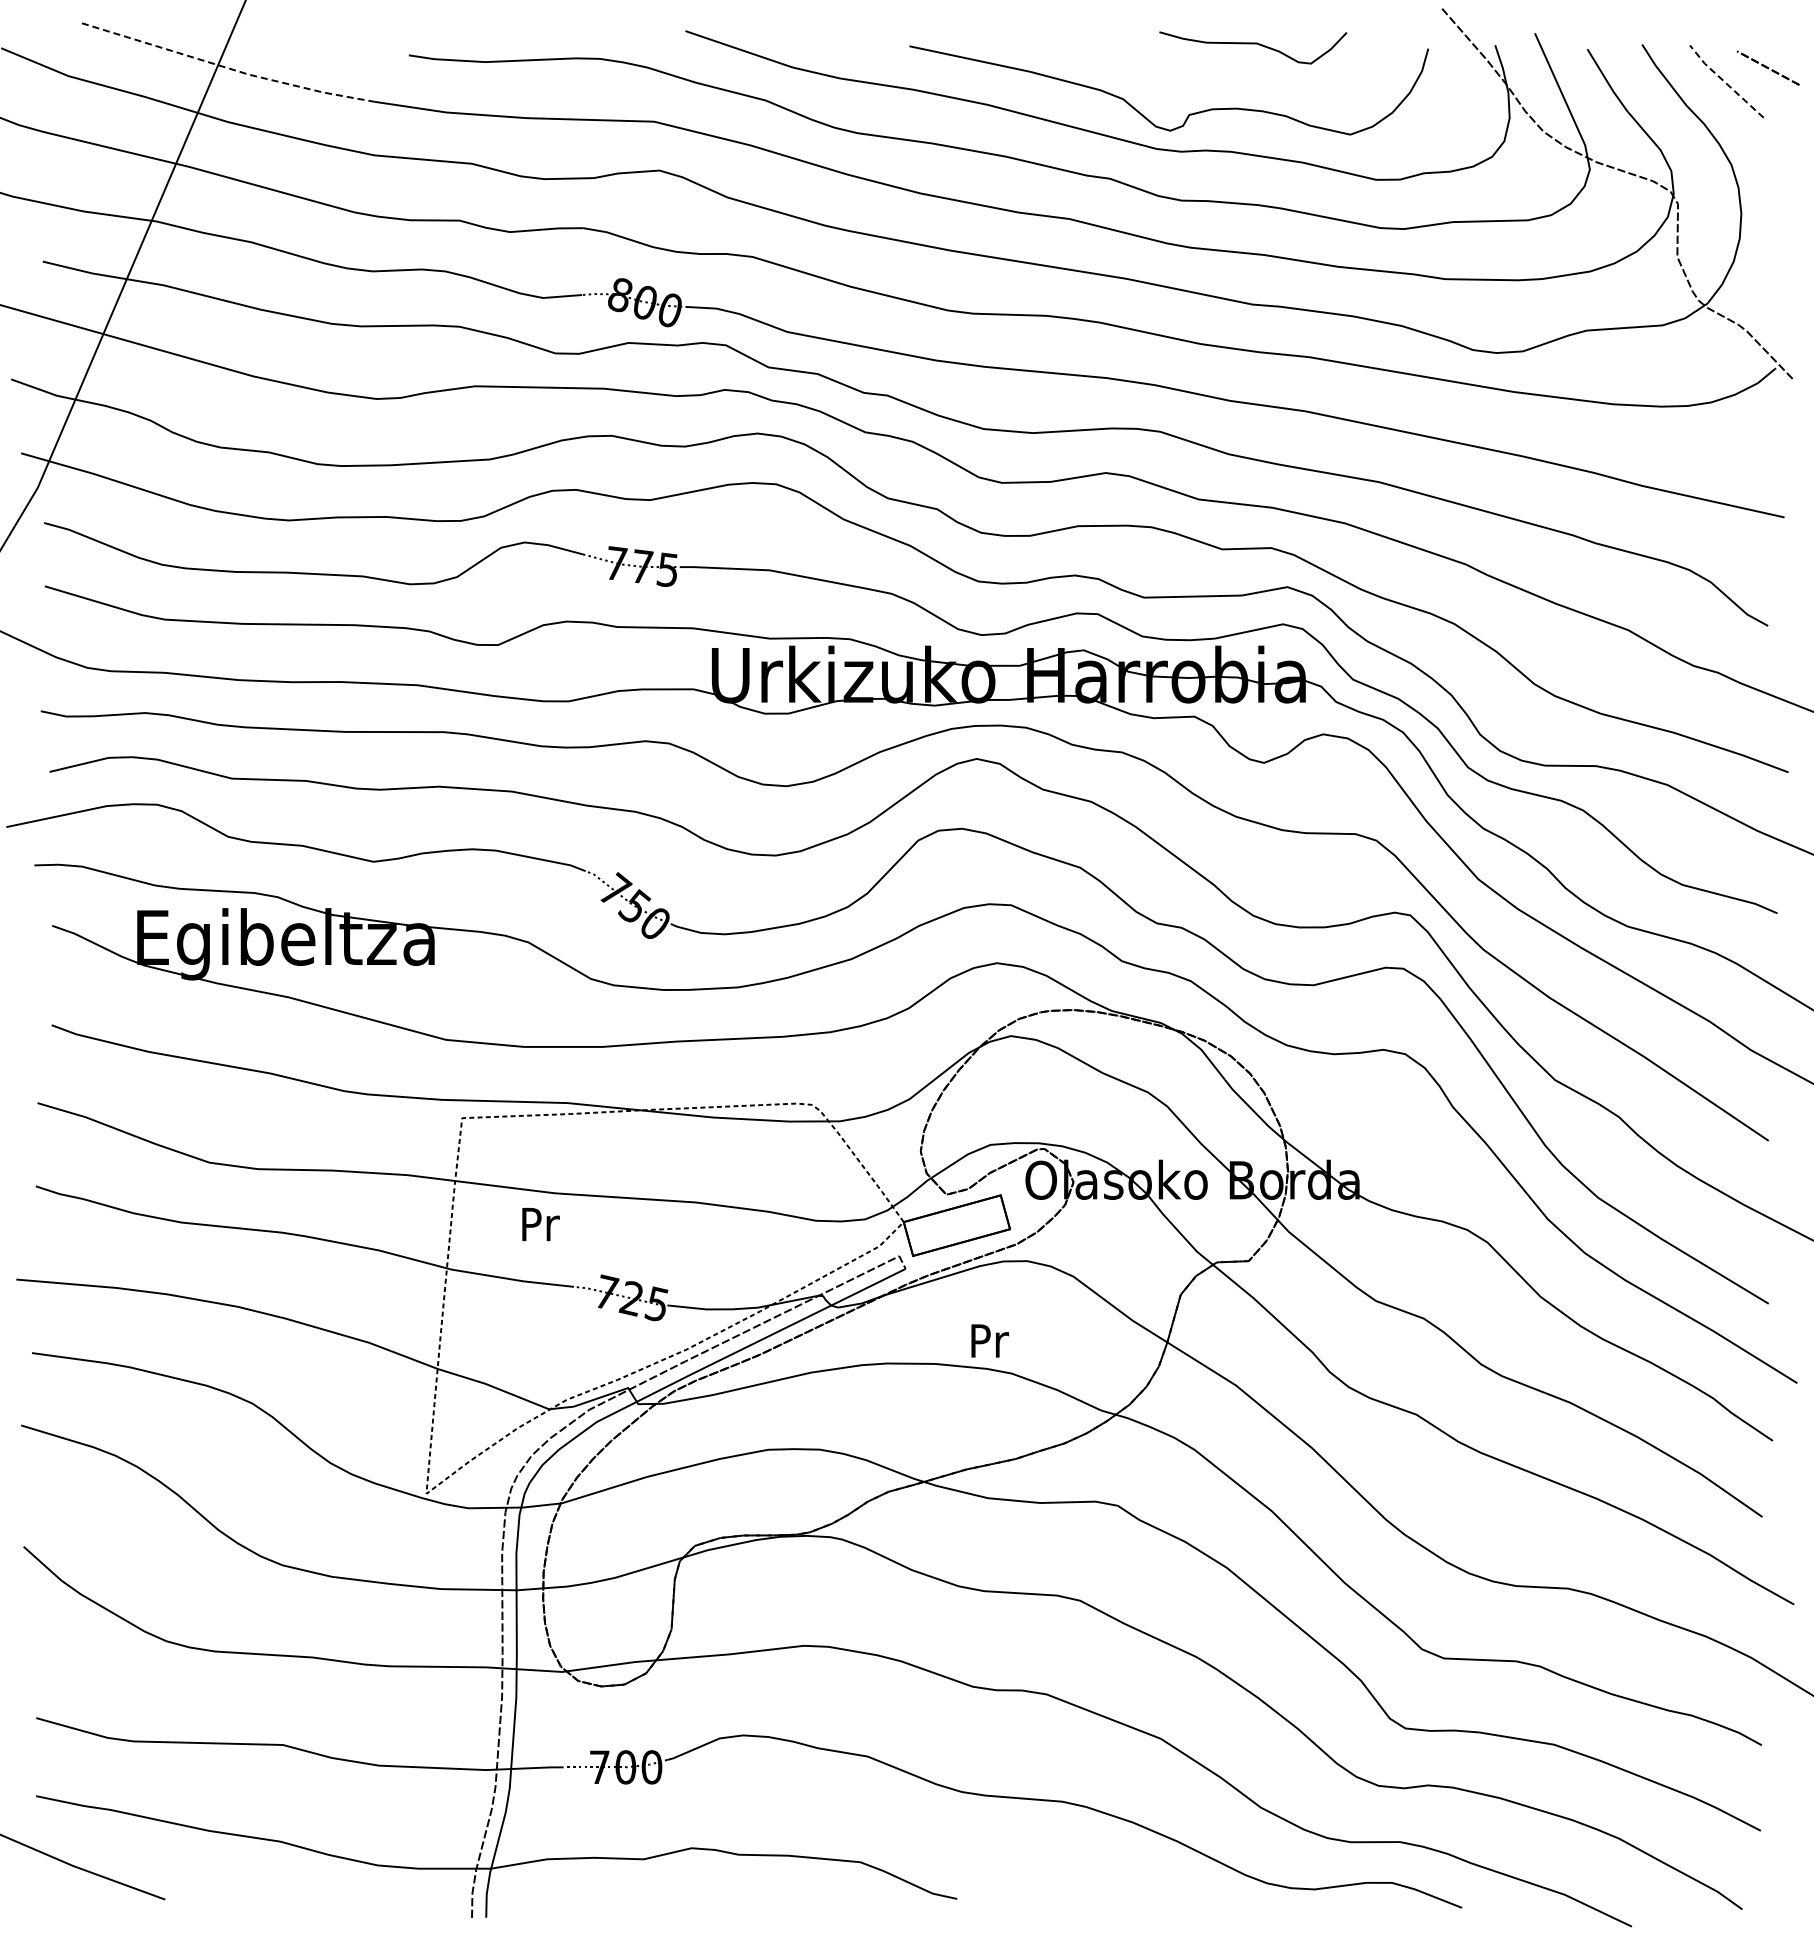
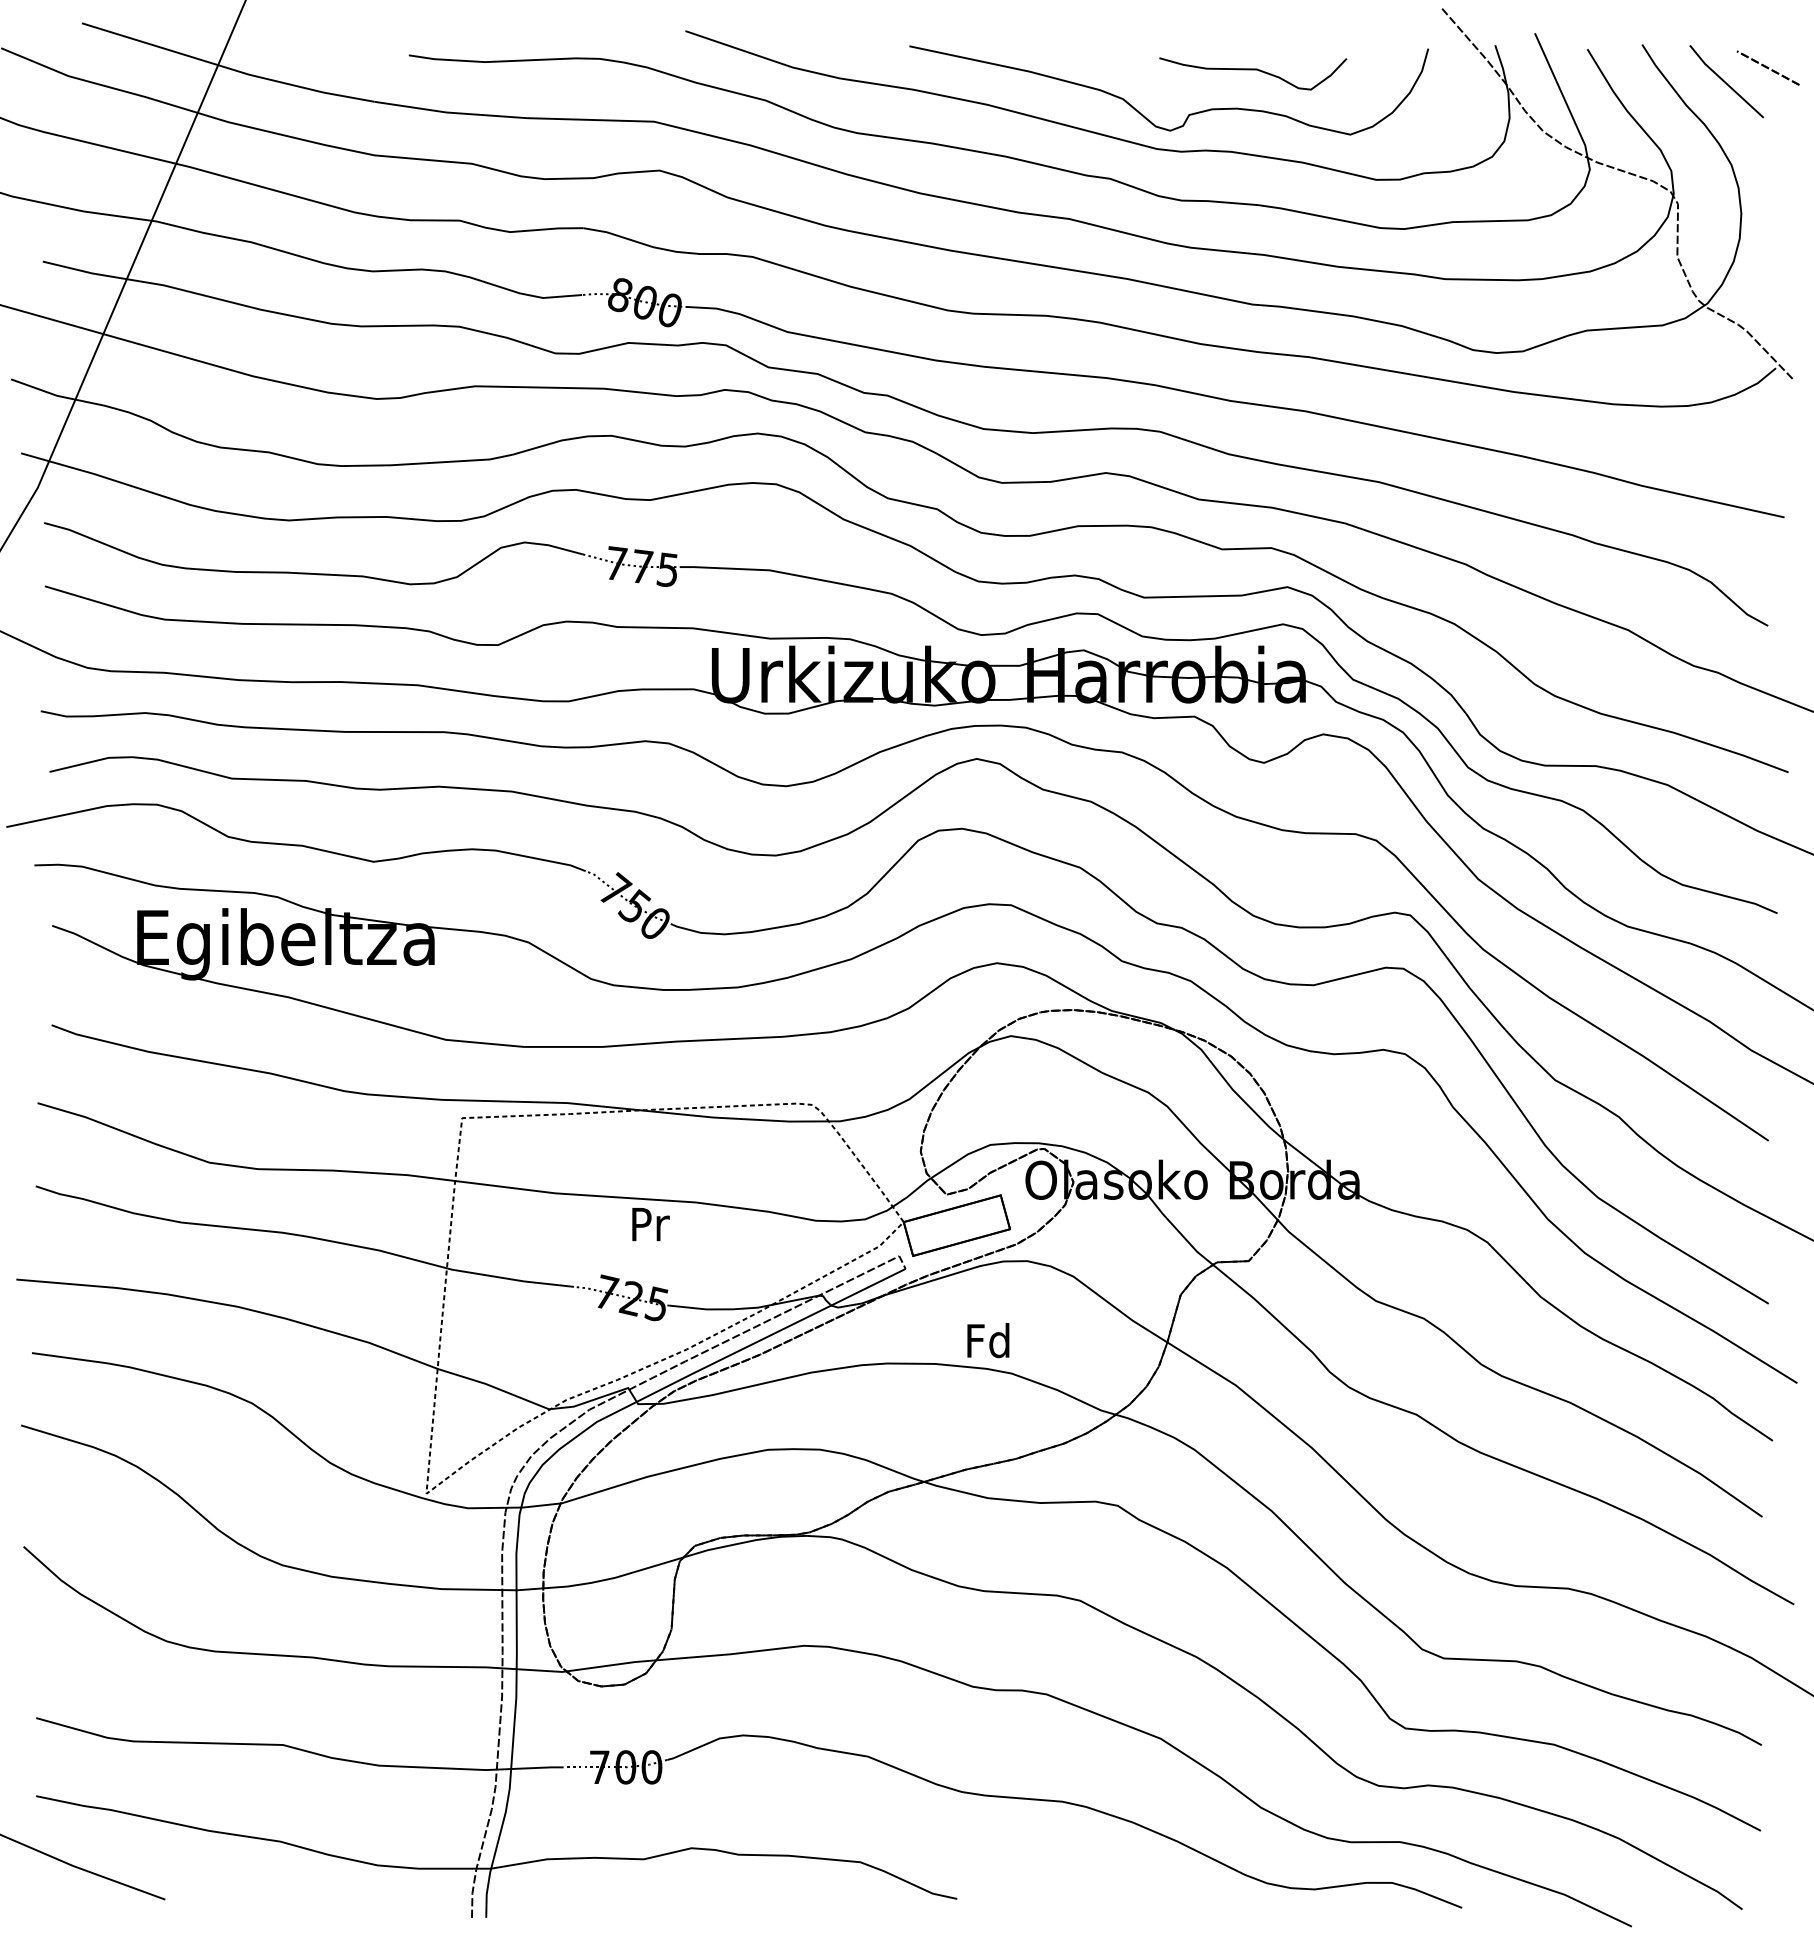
curve at (1253, 44) position: (1253, 44) -> (1253, 70)
line at (228, 68): dashed -> solid
line at (1724, 82): dashed -> solid
text at (540, 1224) position: (540, 1224) -> (650, 1224)
text at (988, 1340): Pr -> Fd
